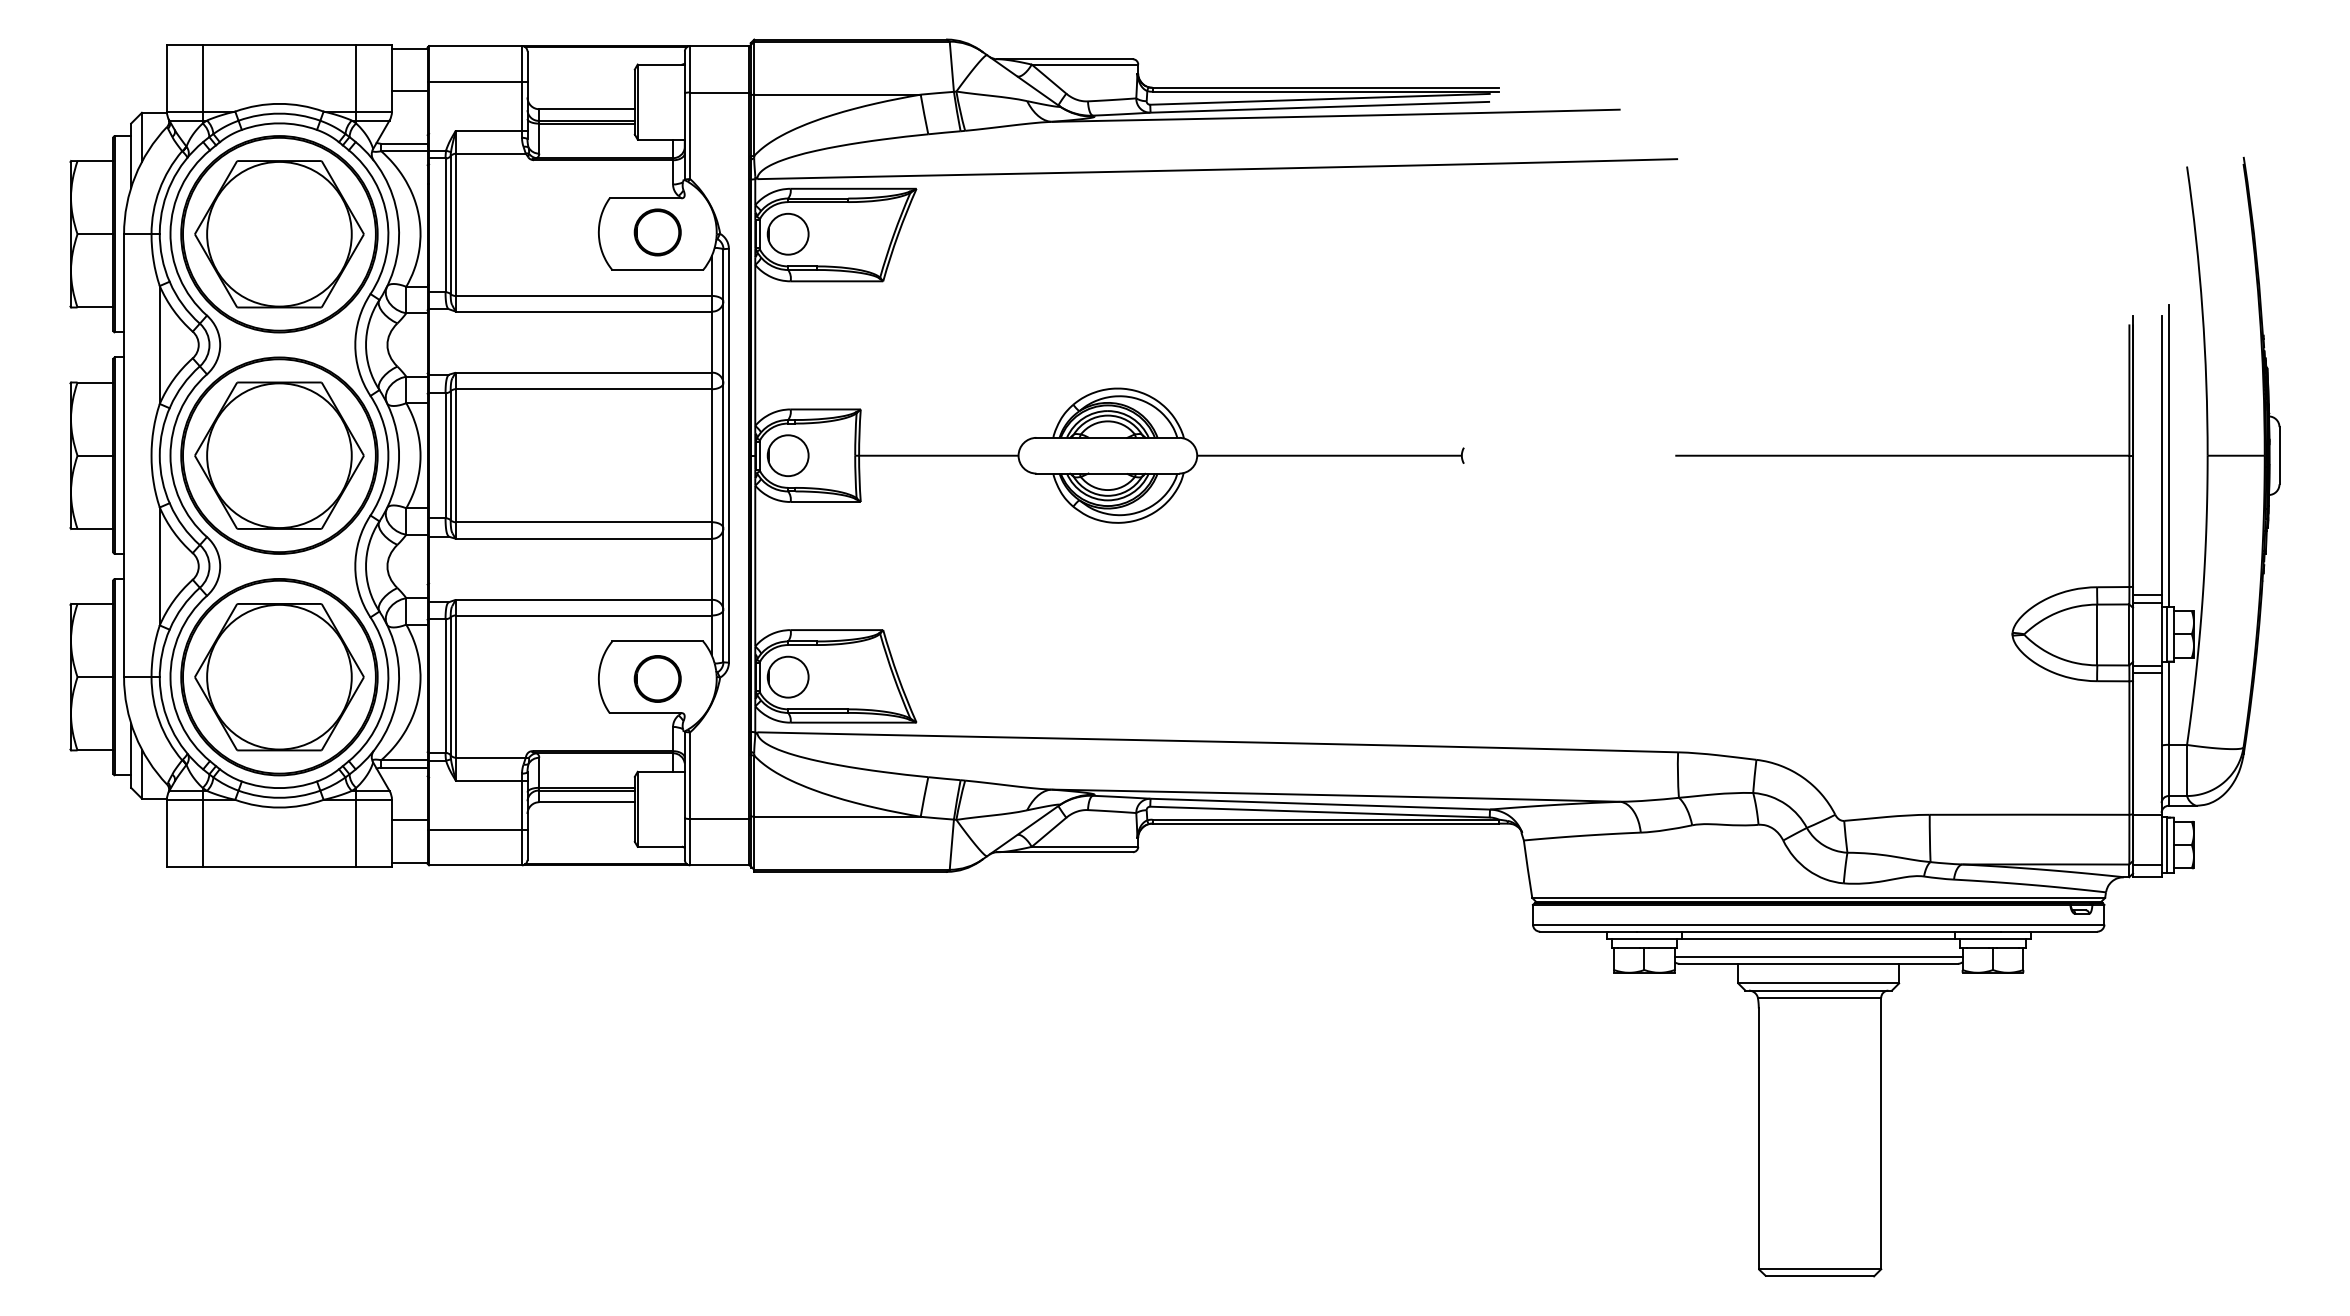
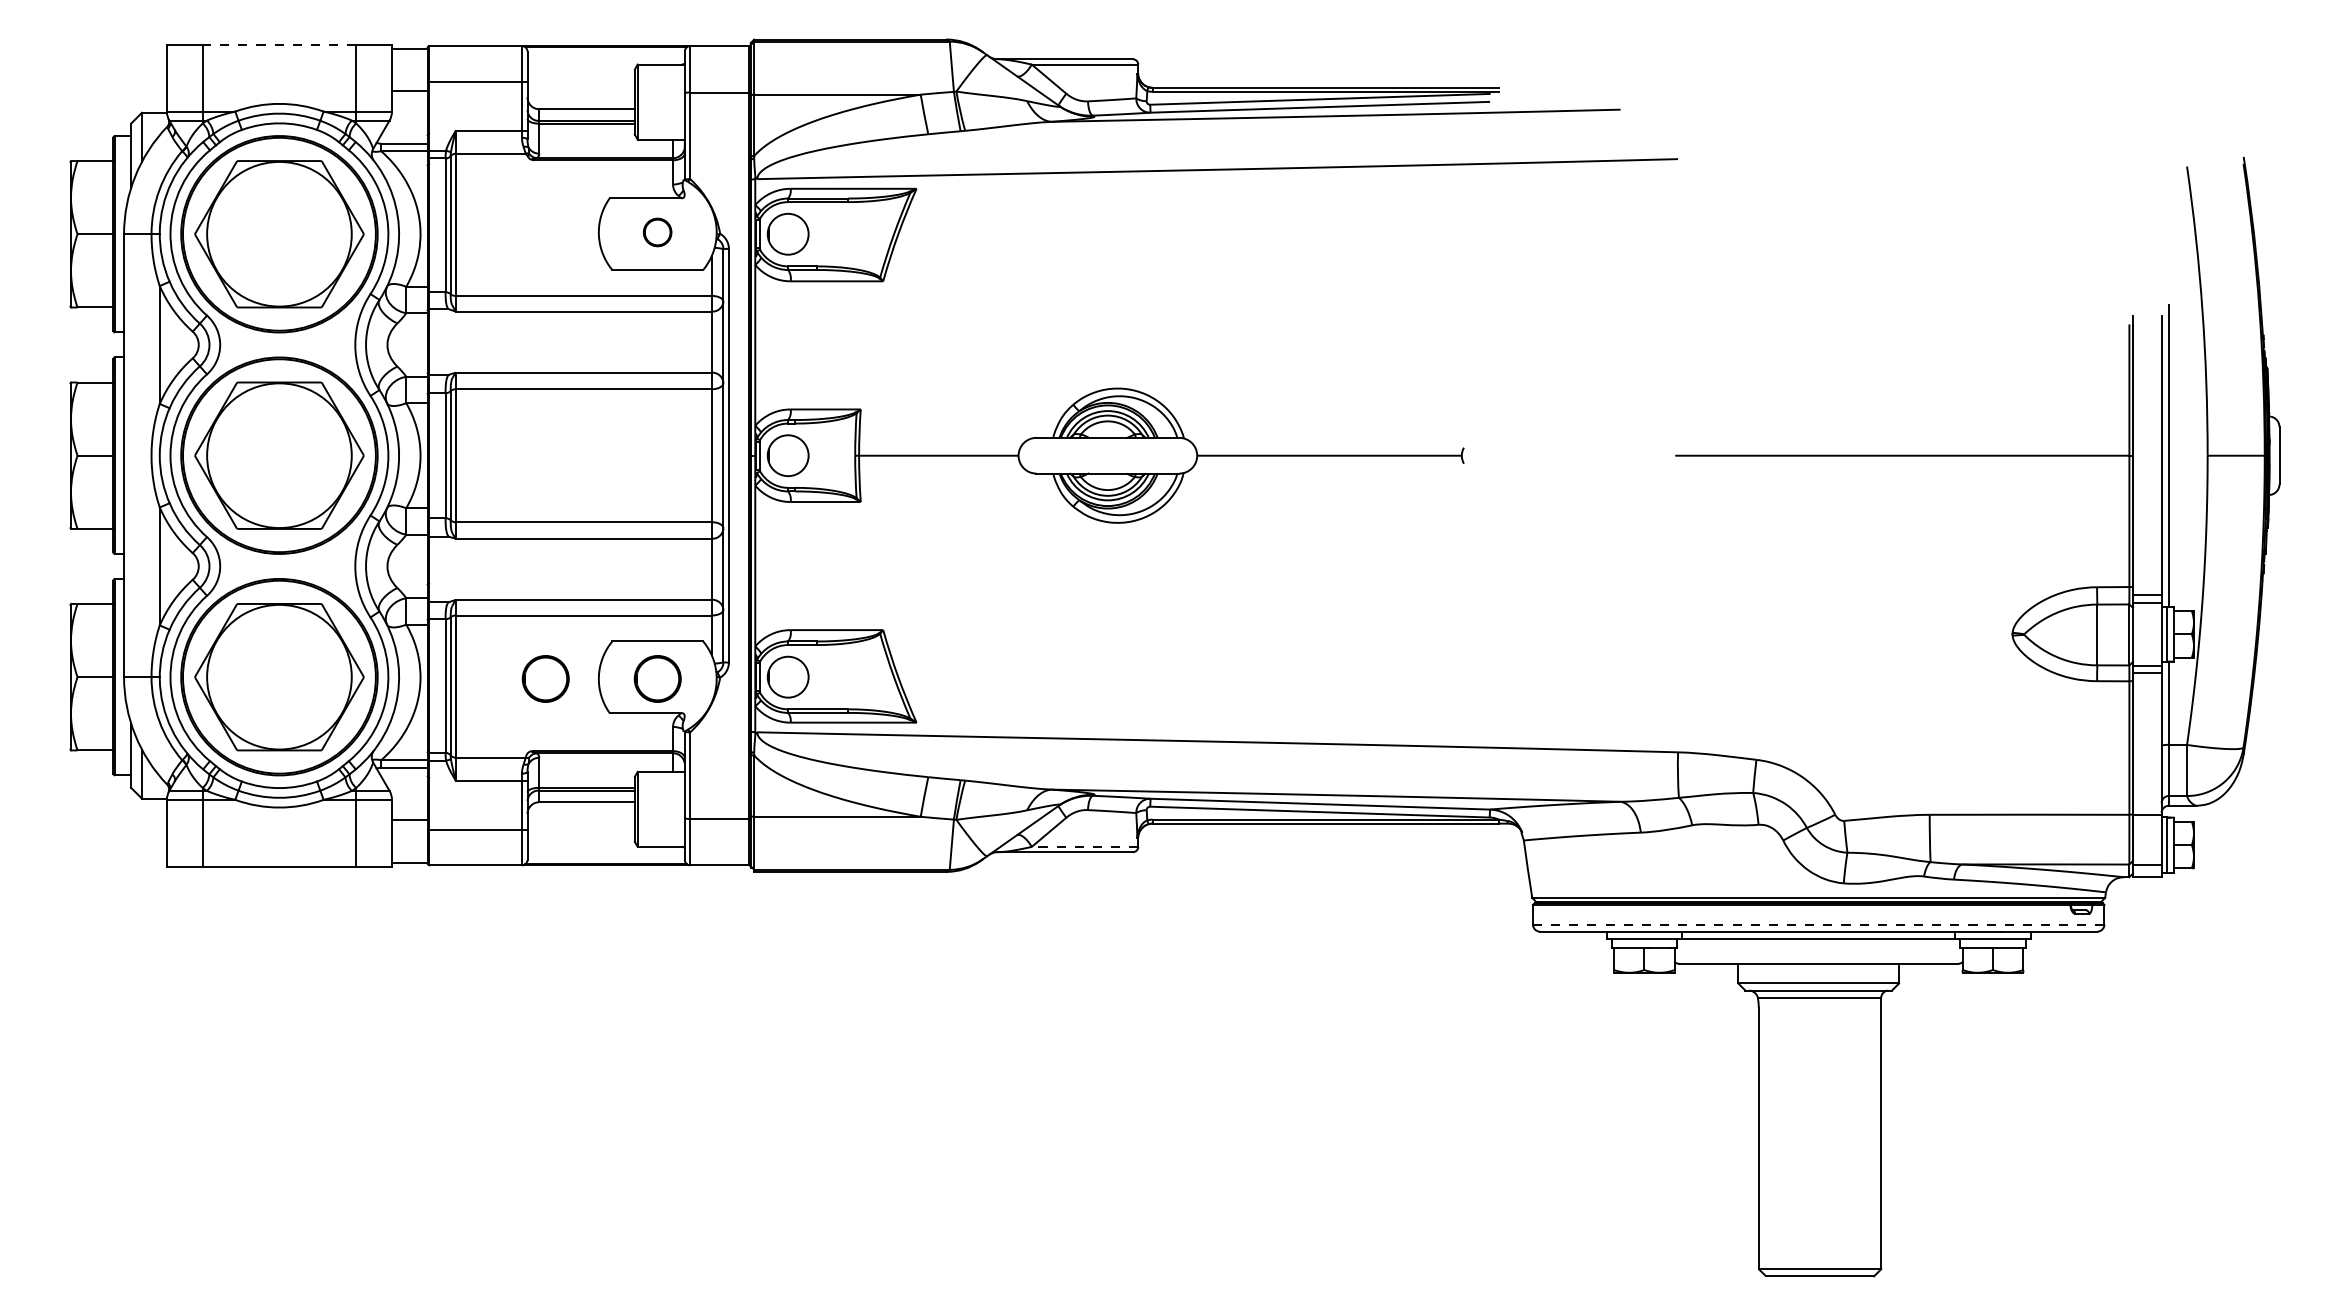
line at (279, 44): solid -> dashed
part at (657, 232) size: 49x49 px -> 30x31 px
part at (545, 678): none -> present
line at (1084, 846): solid -> dashed
line at (1818, 924): solid -> dashed
line at (1818, 956): present -> none
